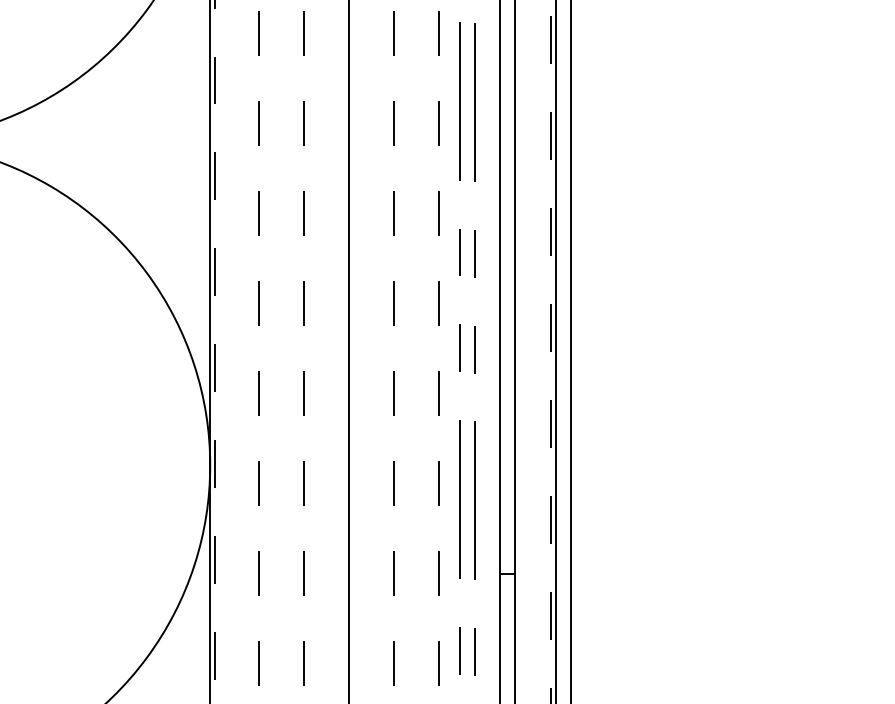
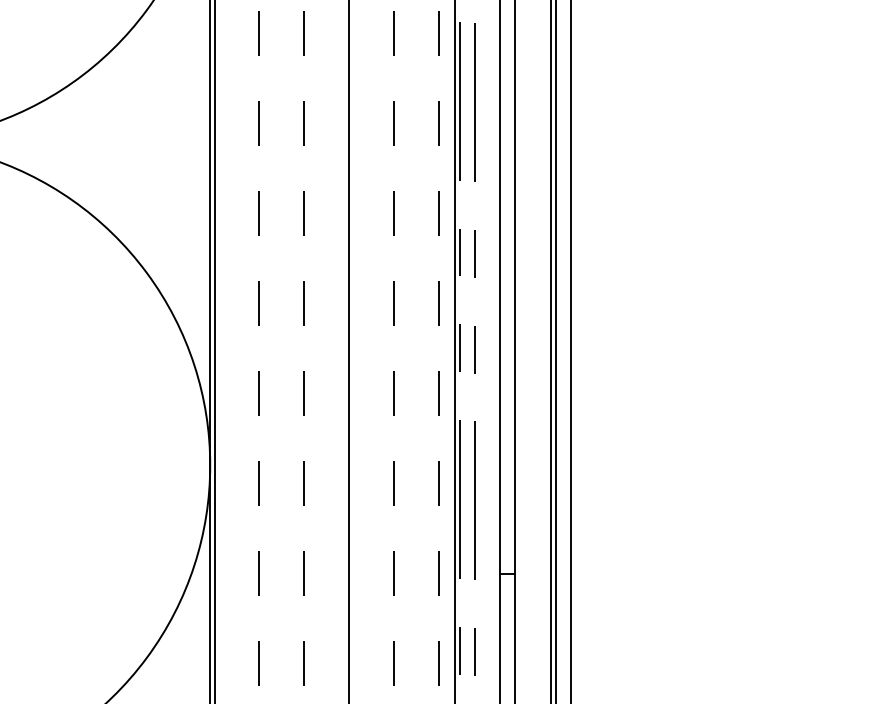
line at (215, 351): dashed -> solid
line at (454, 351): none -> present
line at (551, 352): dashed -> solid
